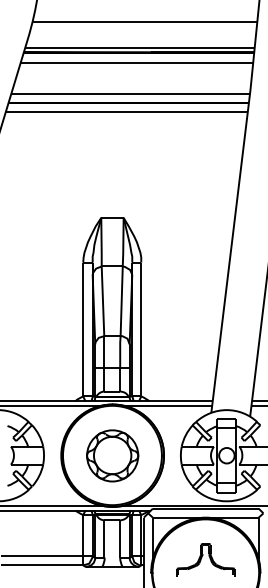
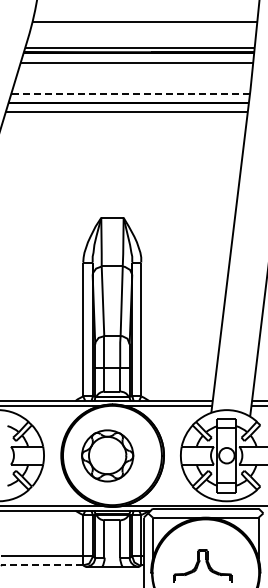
line at (130, 93): solid -> dashed
part at (112, 455) position: (112, 455) -> (107, 455)
part at (205, 559) position: (205, 559) -> (202, 565)
line at (41, 565): solid -> dashed
